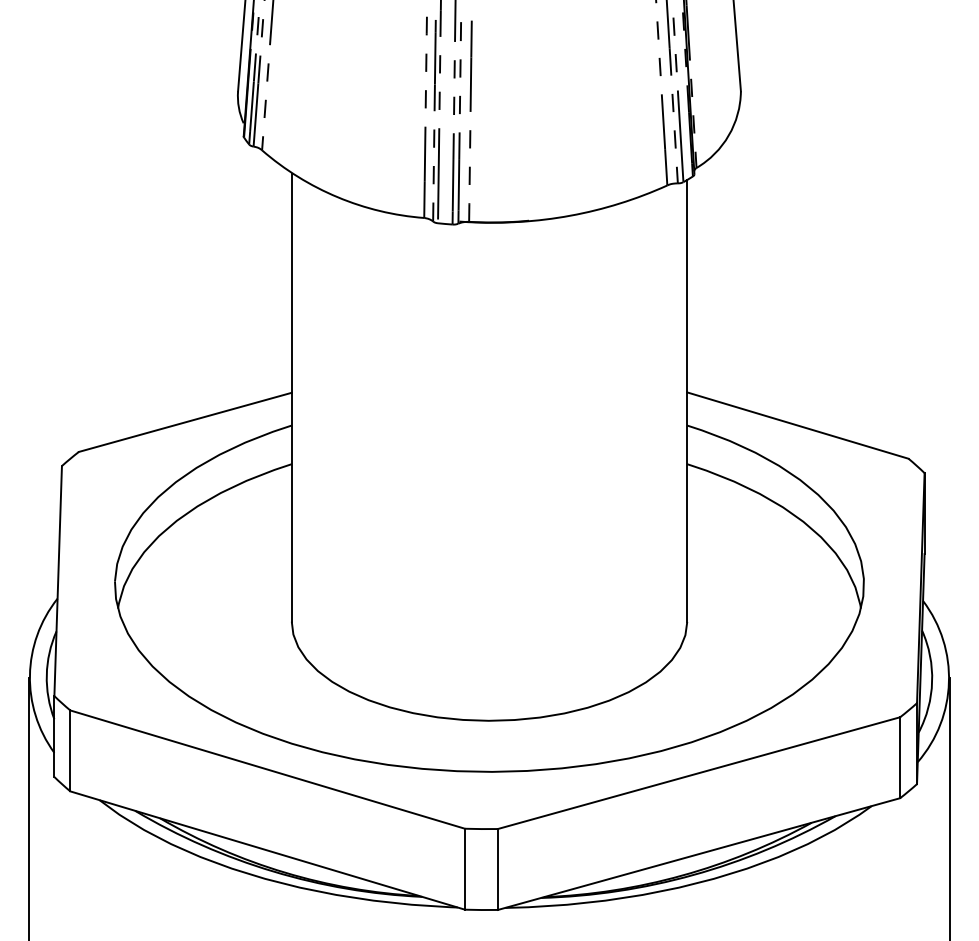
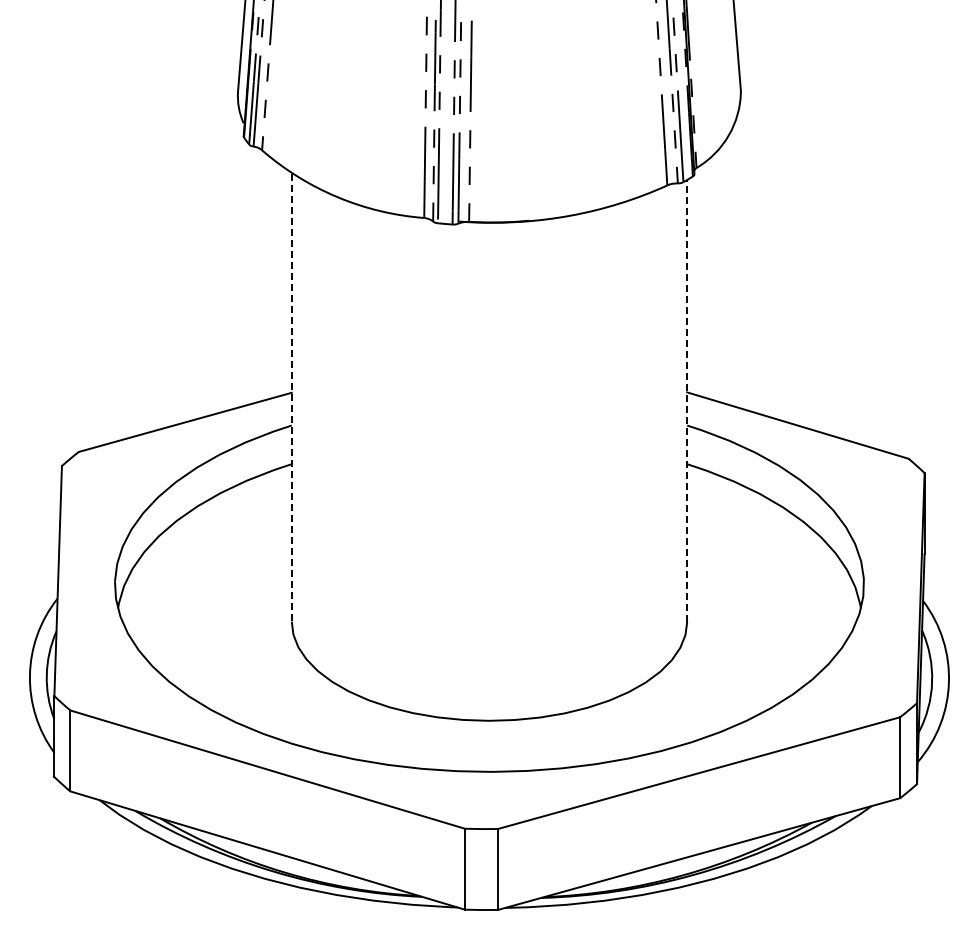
line at (291, 398): solid -> dashed
line at (687, 400): solid -> dashed
line at (29, 807): present -> none
line at (949, 807): present -> none
